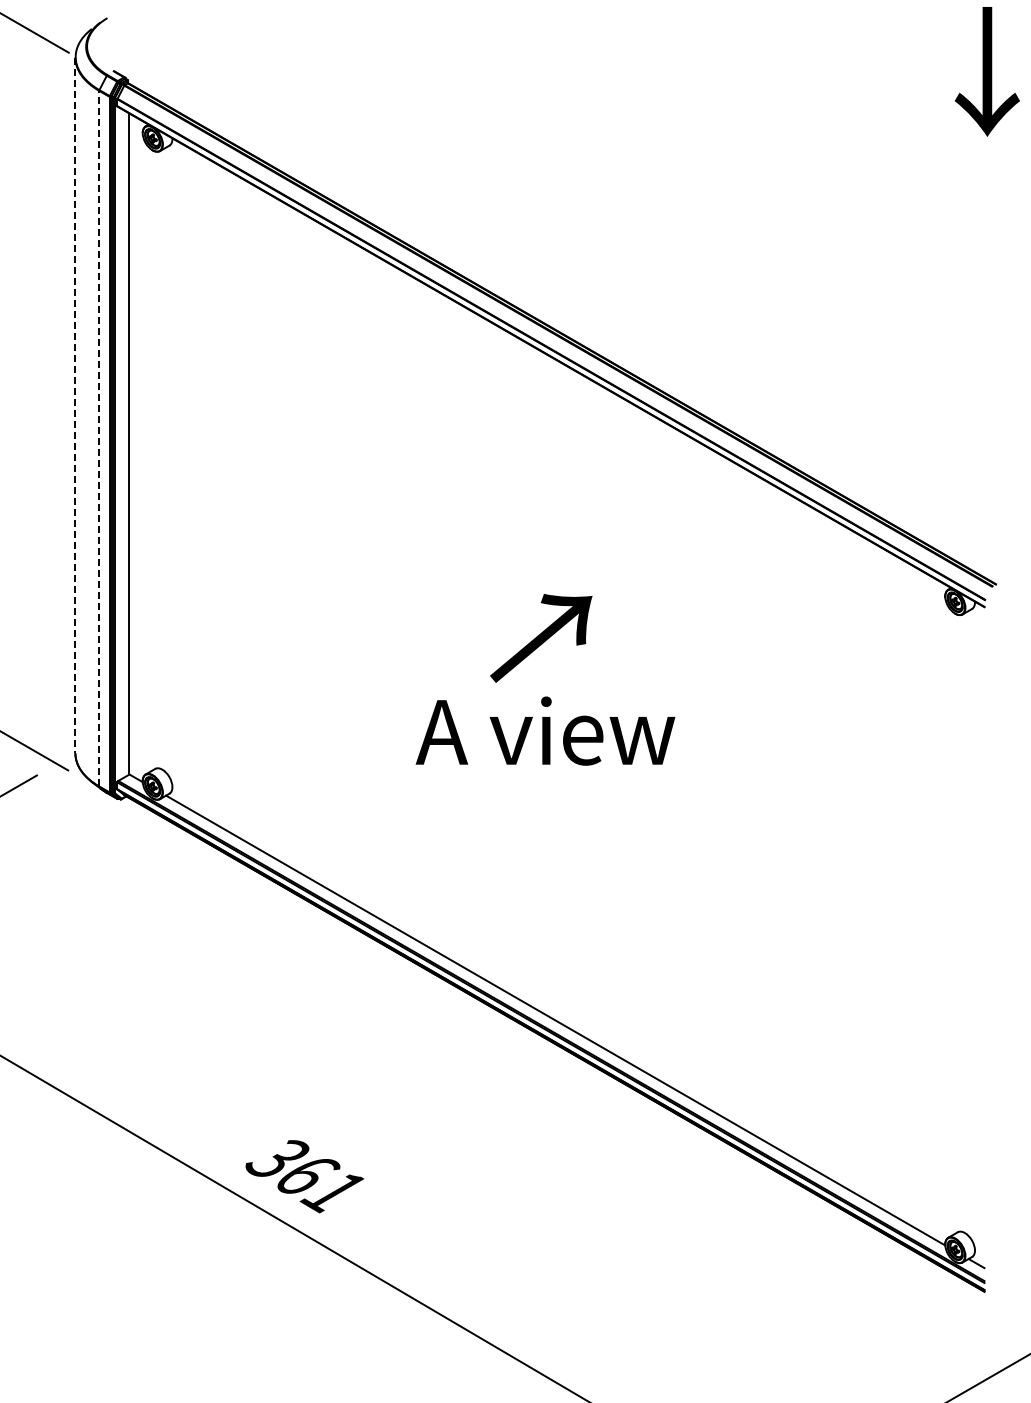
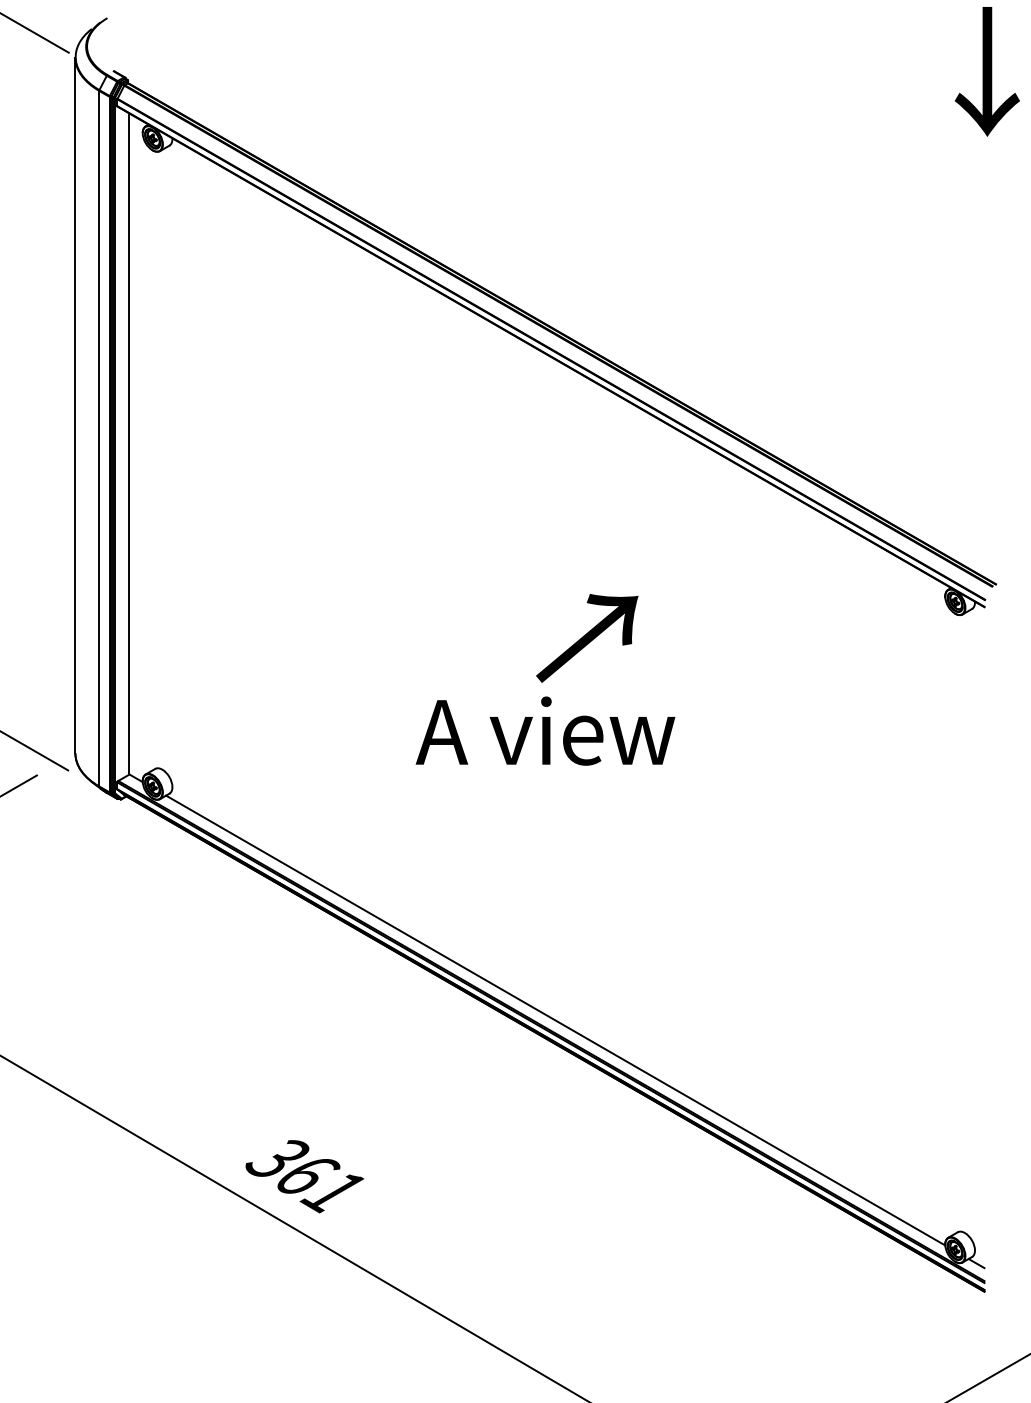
line at (75, 405): dashed -> solid
line at (99, 438): dashed -> solid
text at (541, 638) position: (541, 638) -> (587, 638)
